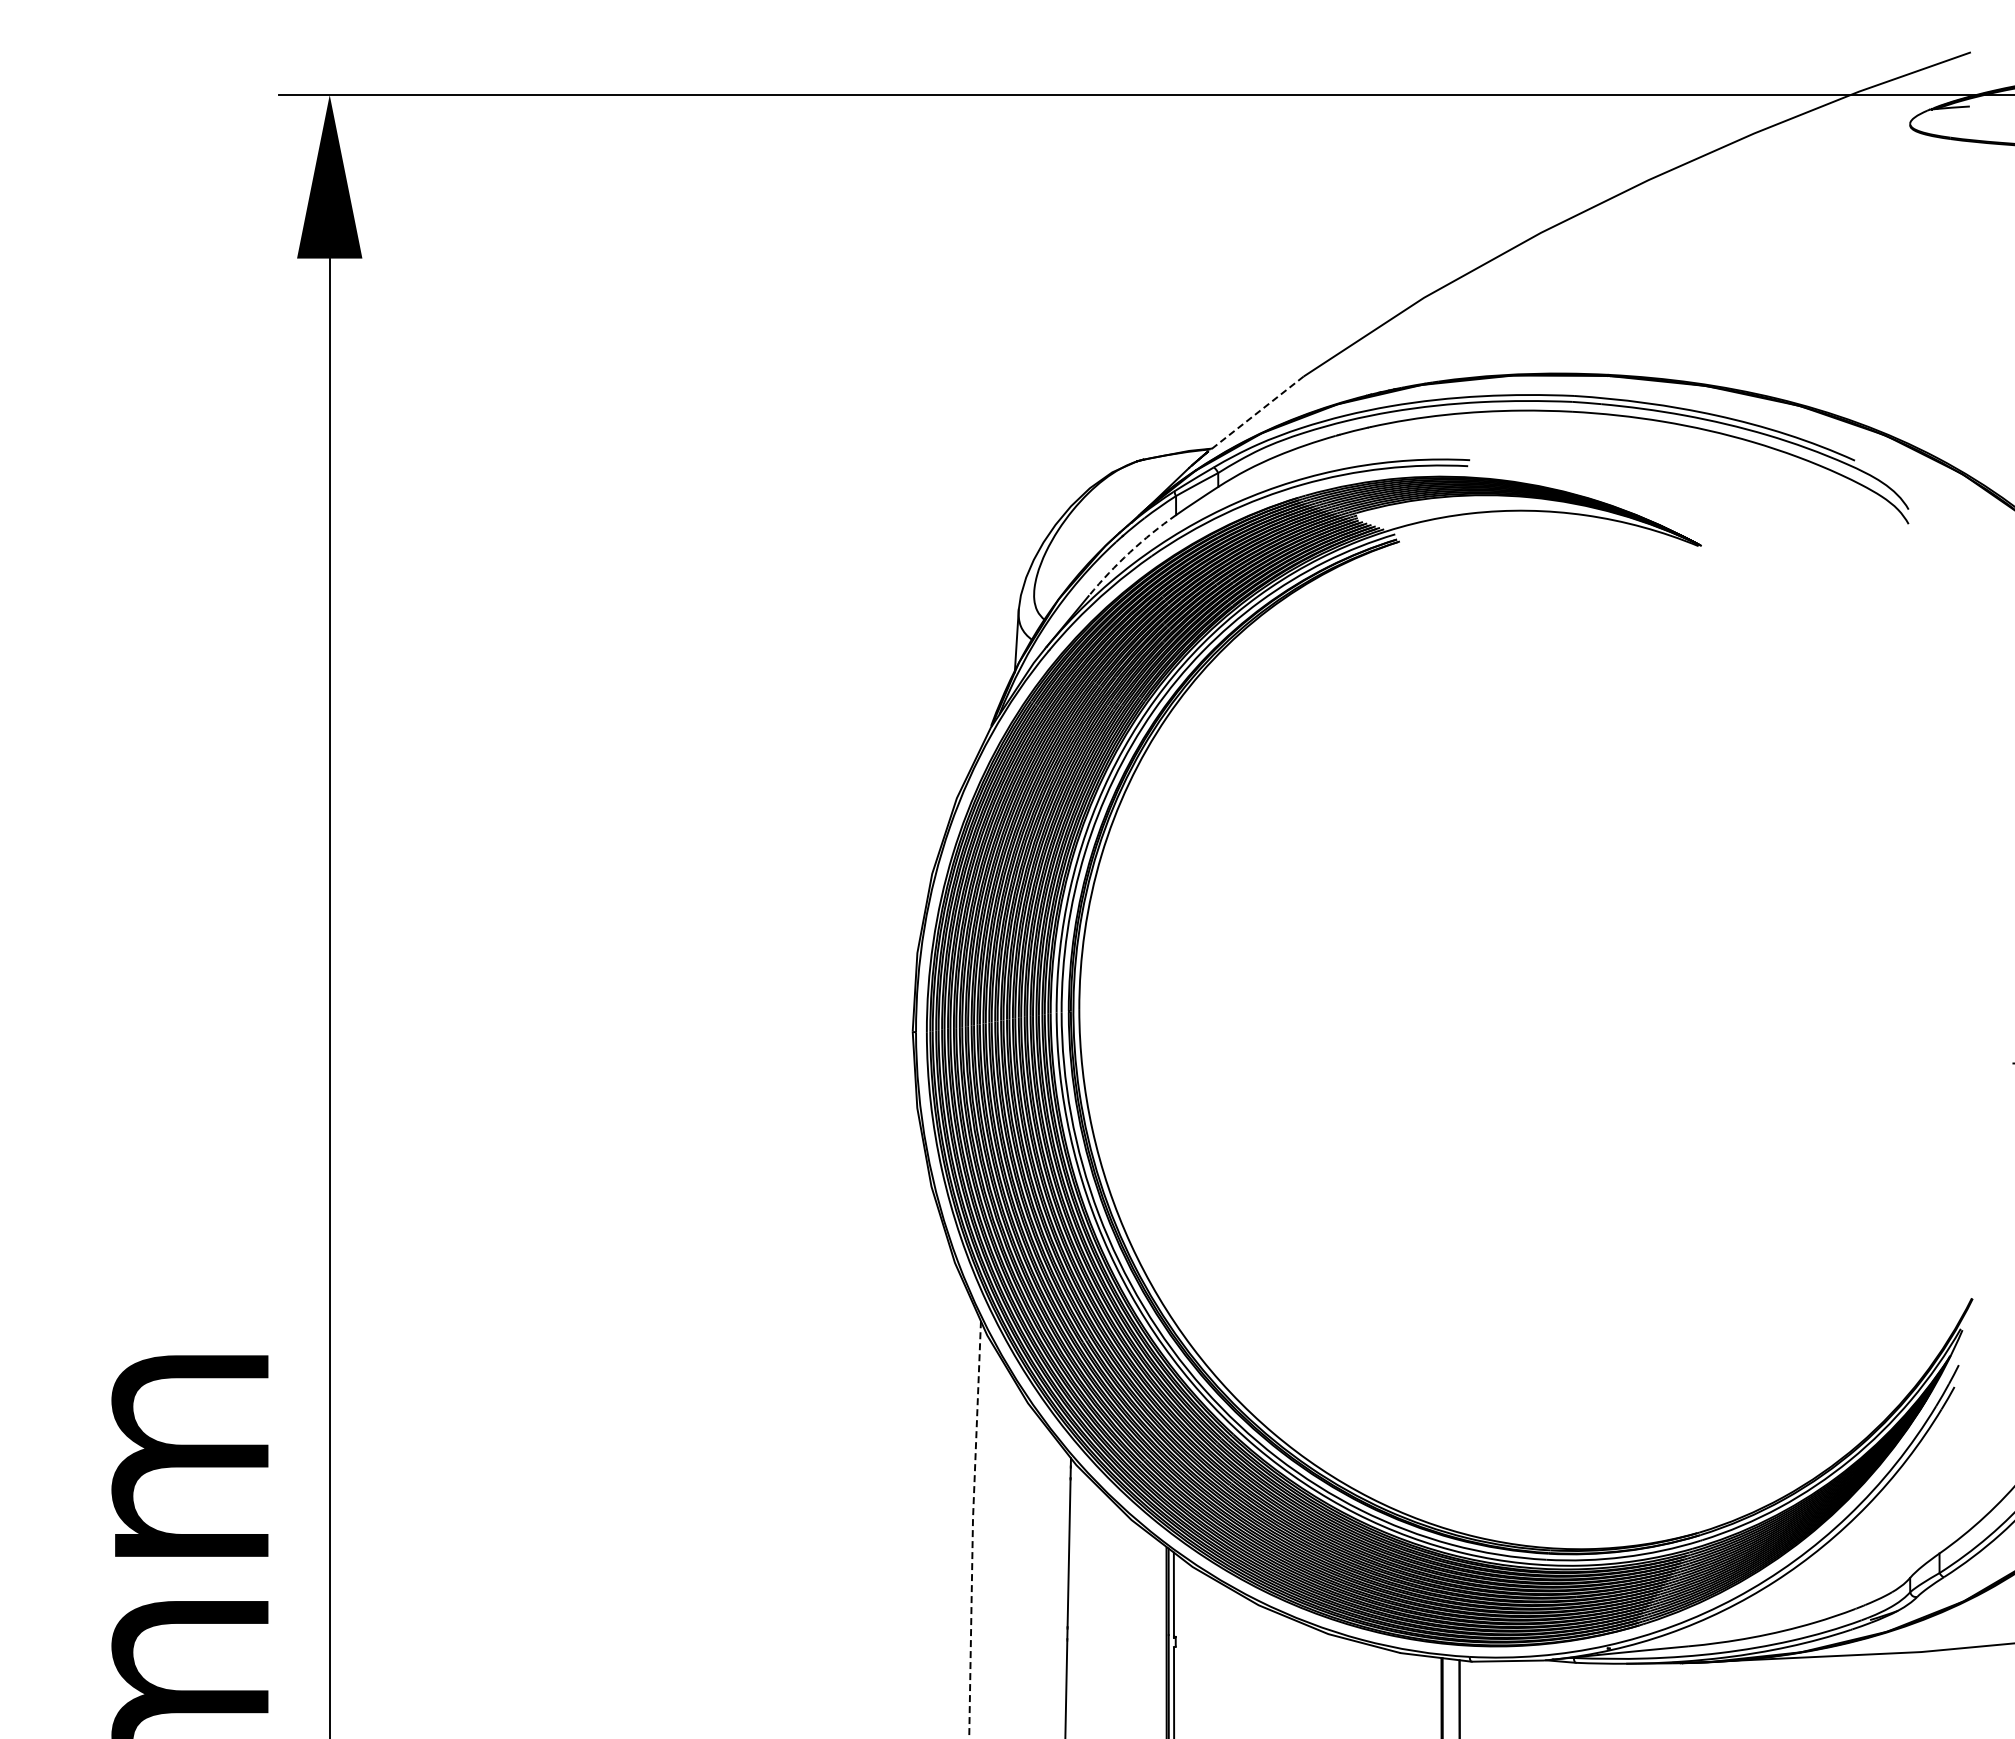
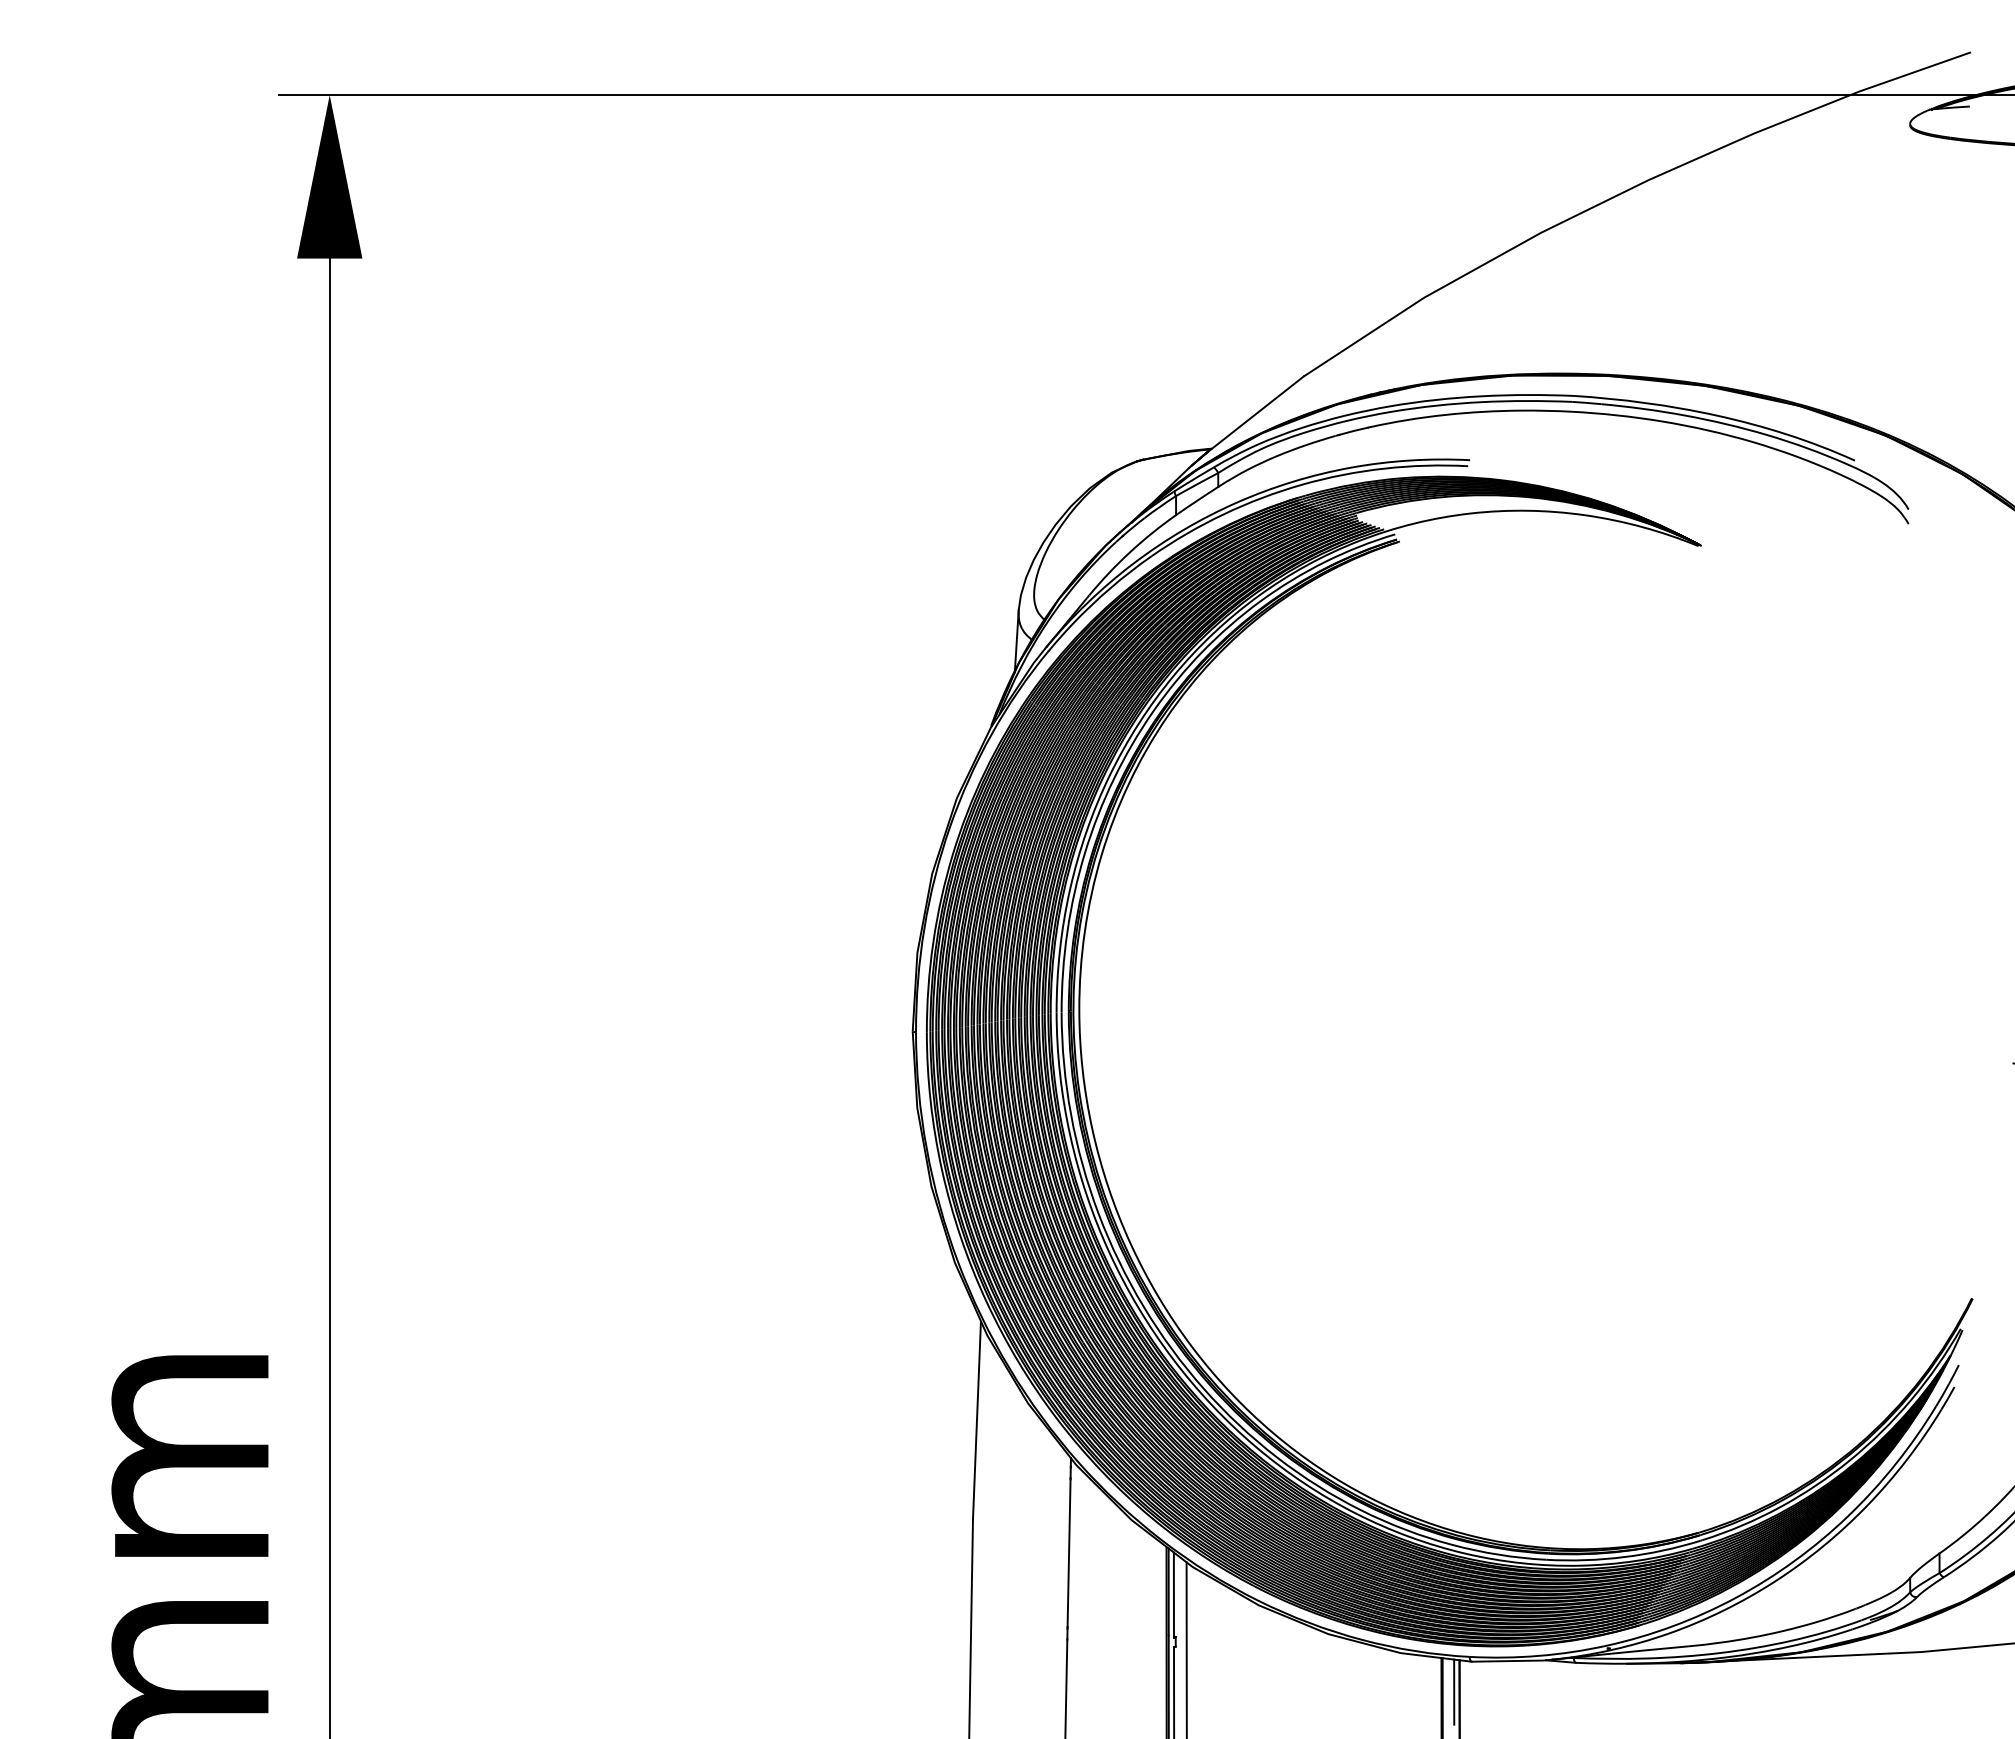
line at (1253, 416): dashed -> solid
arc at (1130, 552): dashed -> solid
line at (972, 1530): dashed -> solid
line at (1186, 1648): none -> present
line at (1454, 1691): none -> present
